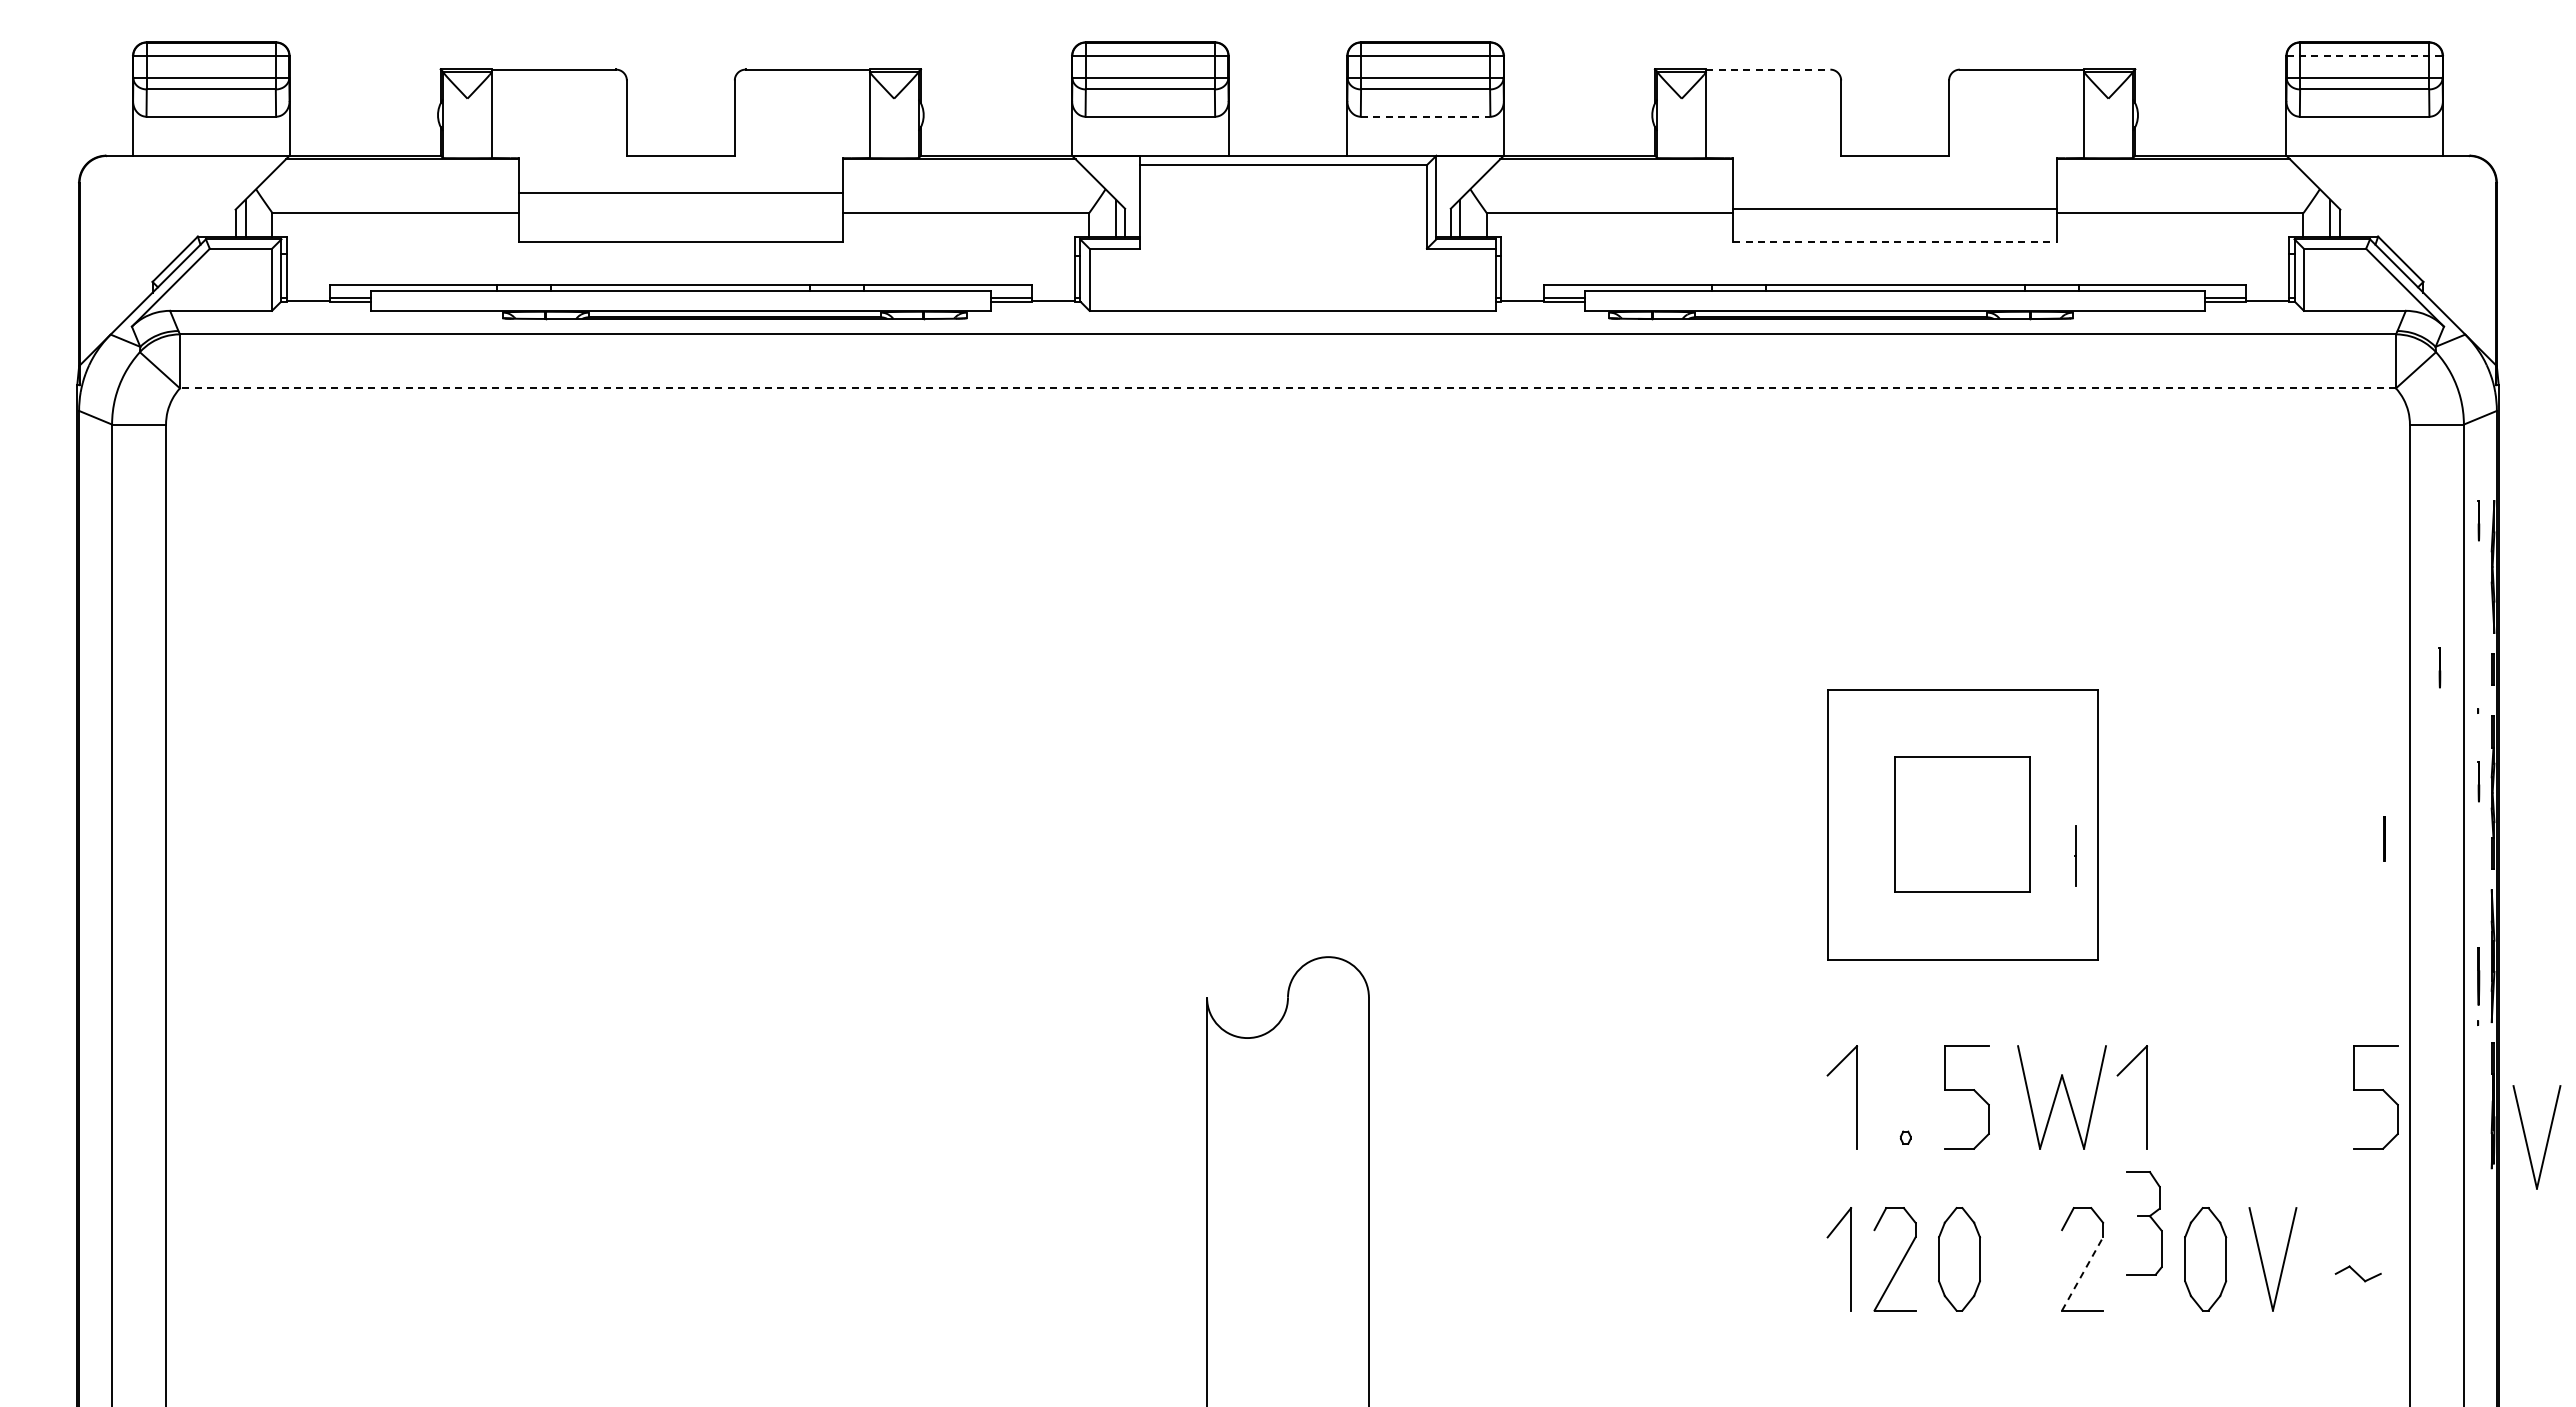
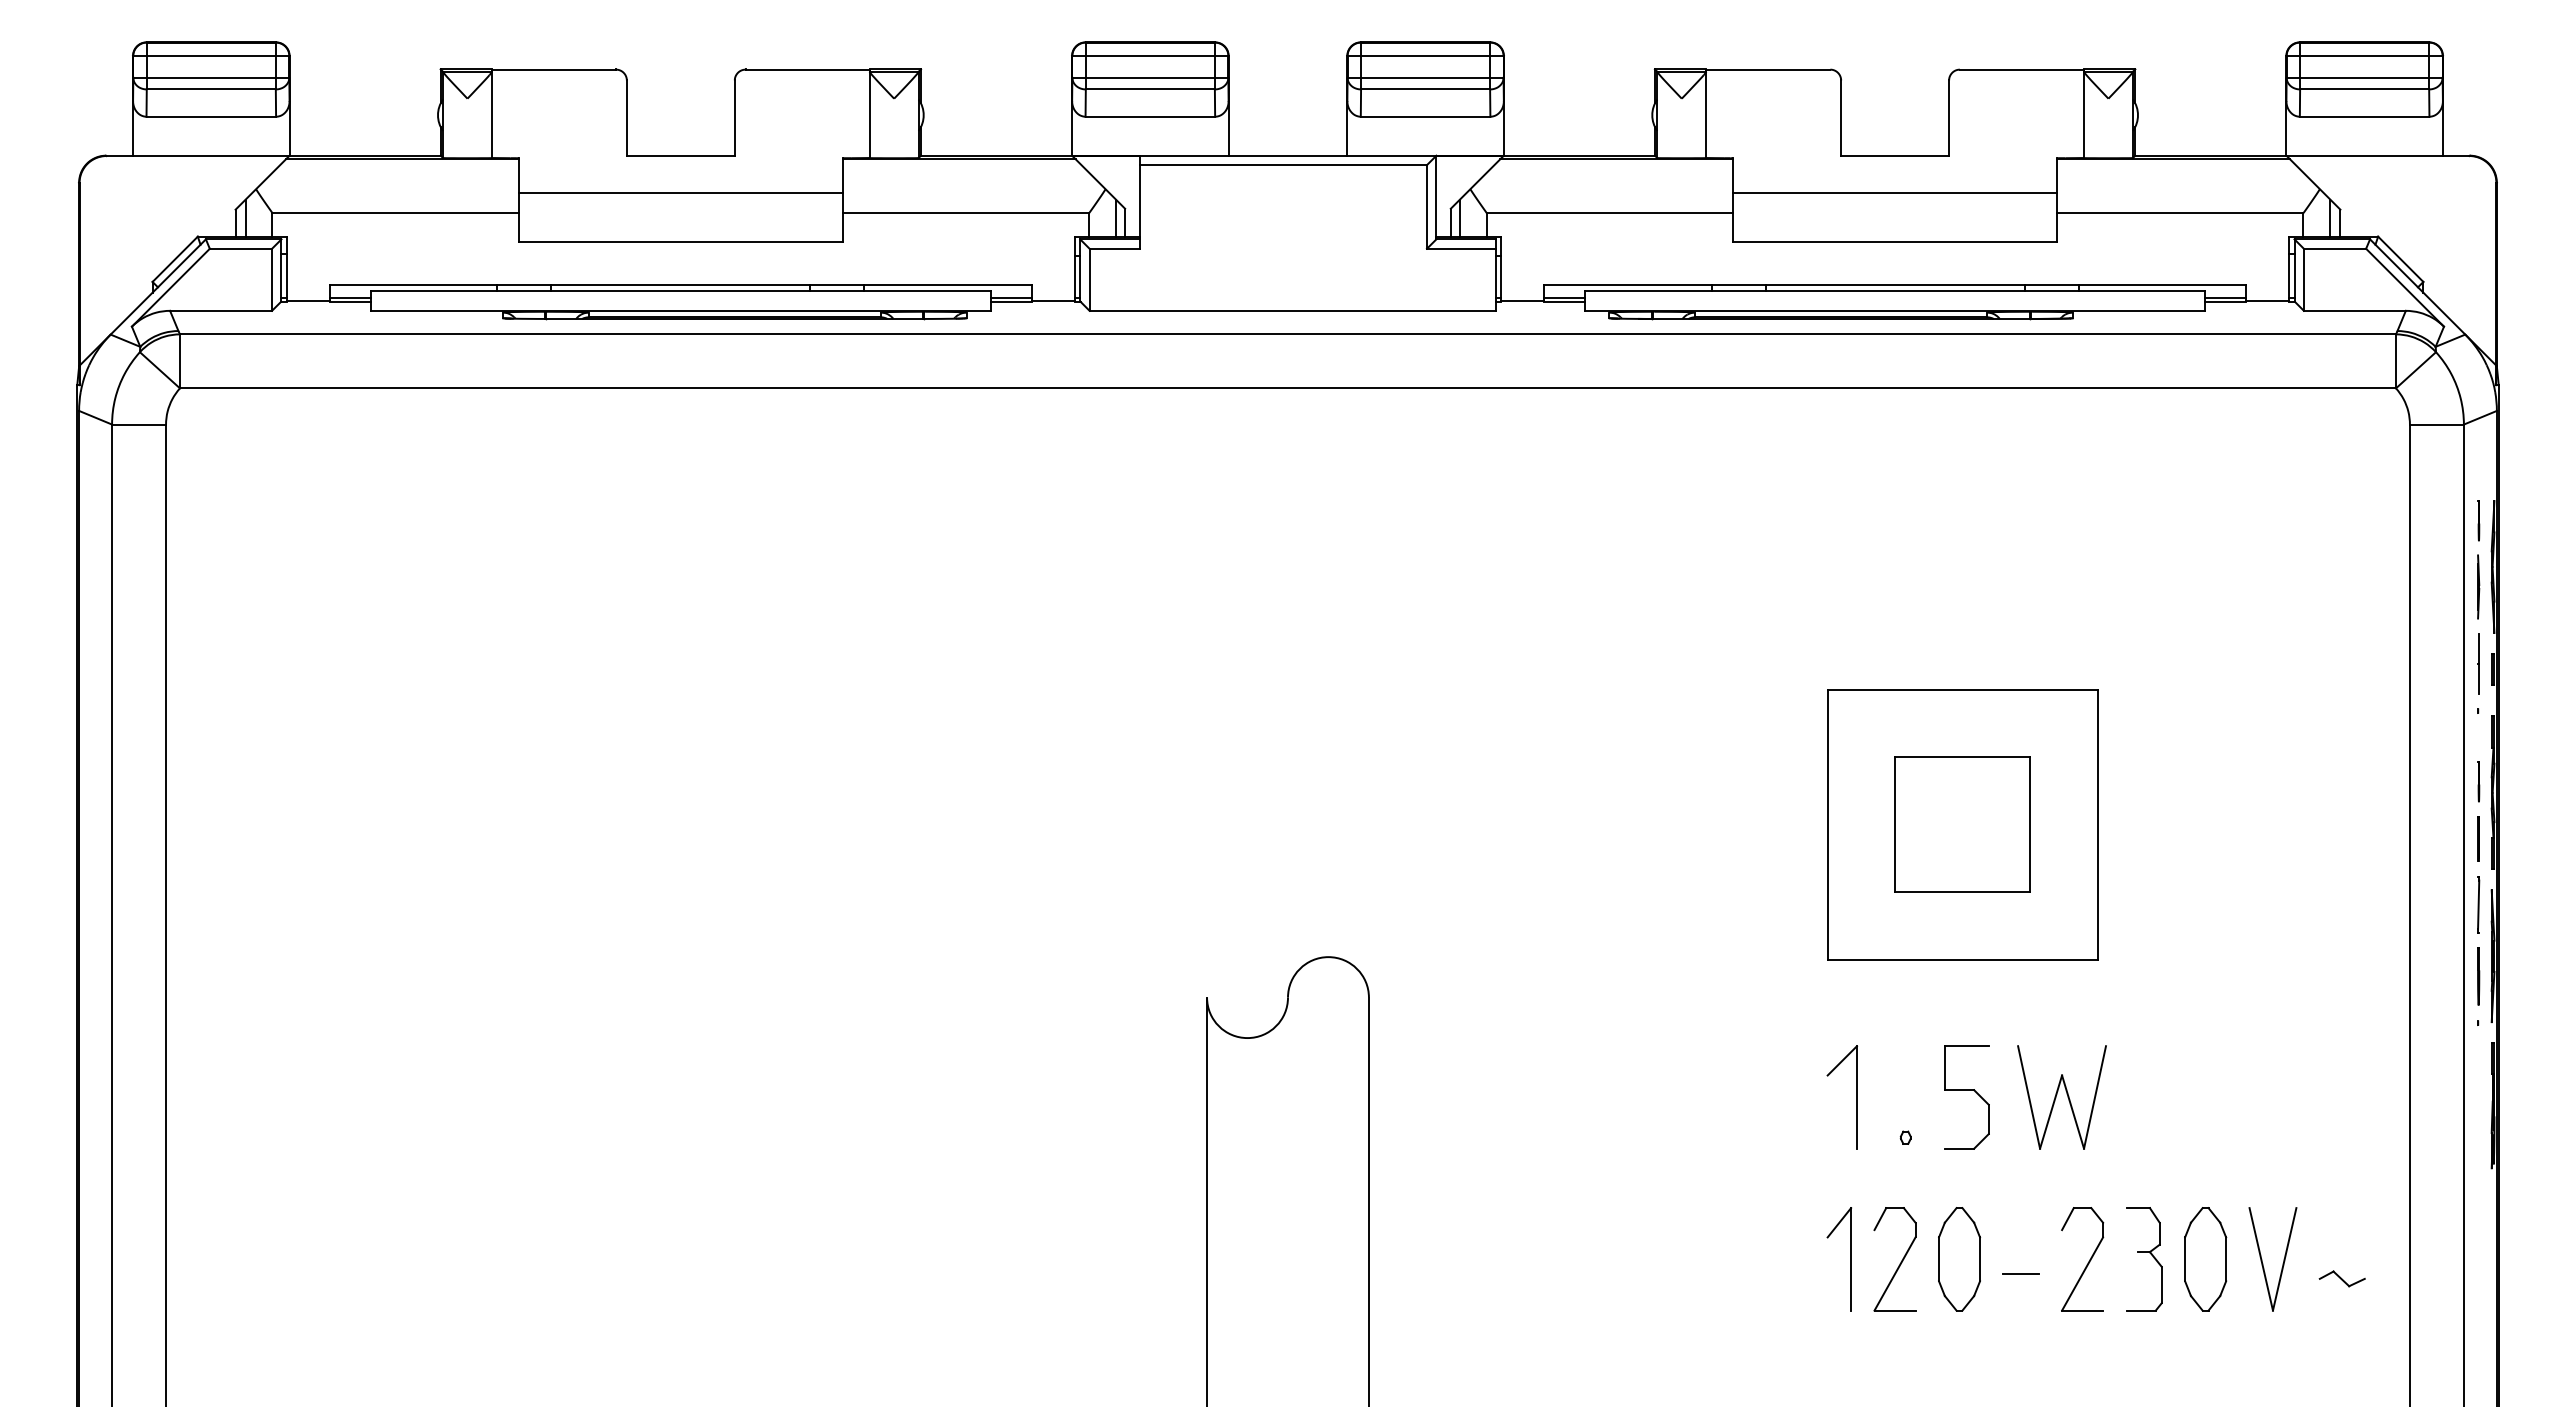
line at (2365, 56): dashed -> solid
line at (1768, 69): dashed -> solid
line at (1425, 116): dashed -> solid
line at (1895, 209) position: (1895, 209) -> (1895, 193)
line at (1895, 242): dashed -> solid
line at (1287, 388): dashed -> solid
line at (2478, 586): none -> present
line at (2439, 667): present -> none
line at (2384, 838) position: (2384, 838) -> (2478, 838)
line at (2075, 855) position: (2075, 855) -> (2478, 663)
line at (2478, 904): none -> present
part at (2375, 1090): present -> none
part at (2146, 1097): present -> none
part at (2527, 1141): present -> none
part at (2144, 1216) position: (2144, 1216) -> (2144, 1252)
part at (2357, 1273) position: (2357, 1273) -> (2341, 1278)
line at (2020, 1274): none -> present
line at (2082, 1274): dashed -> solid
